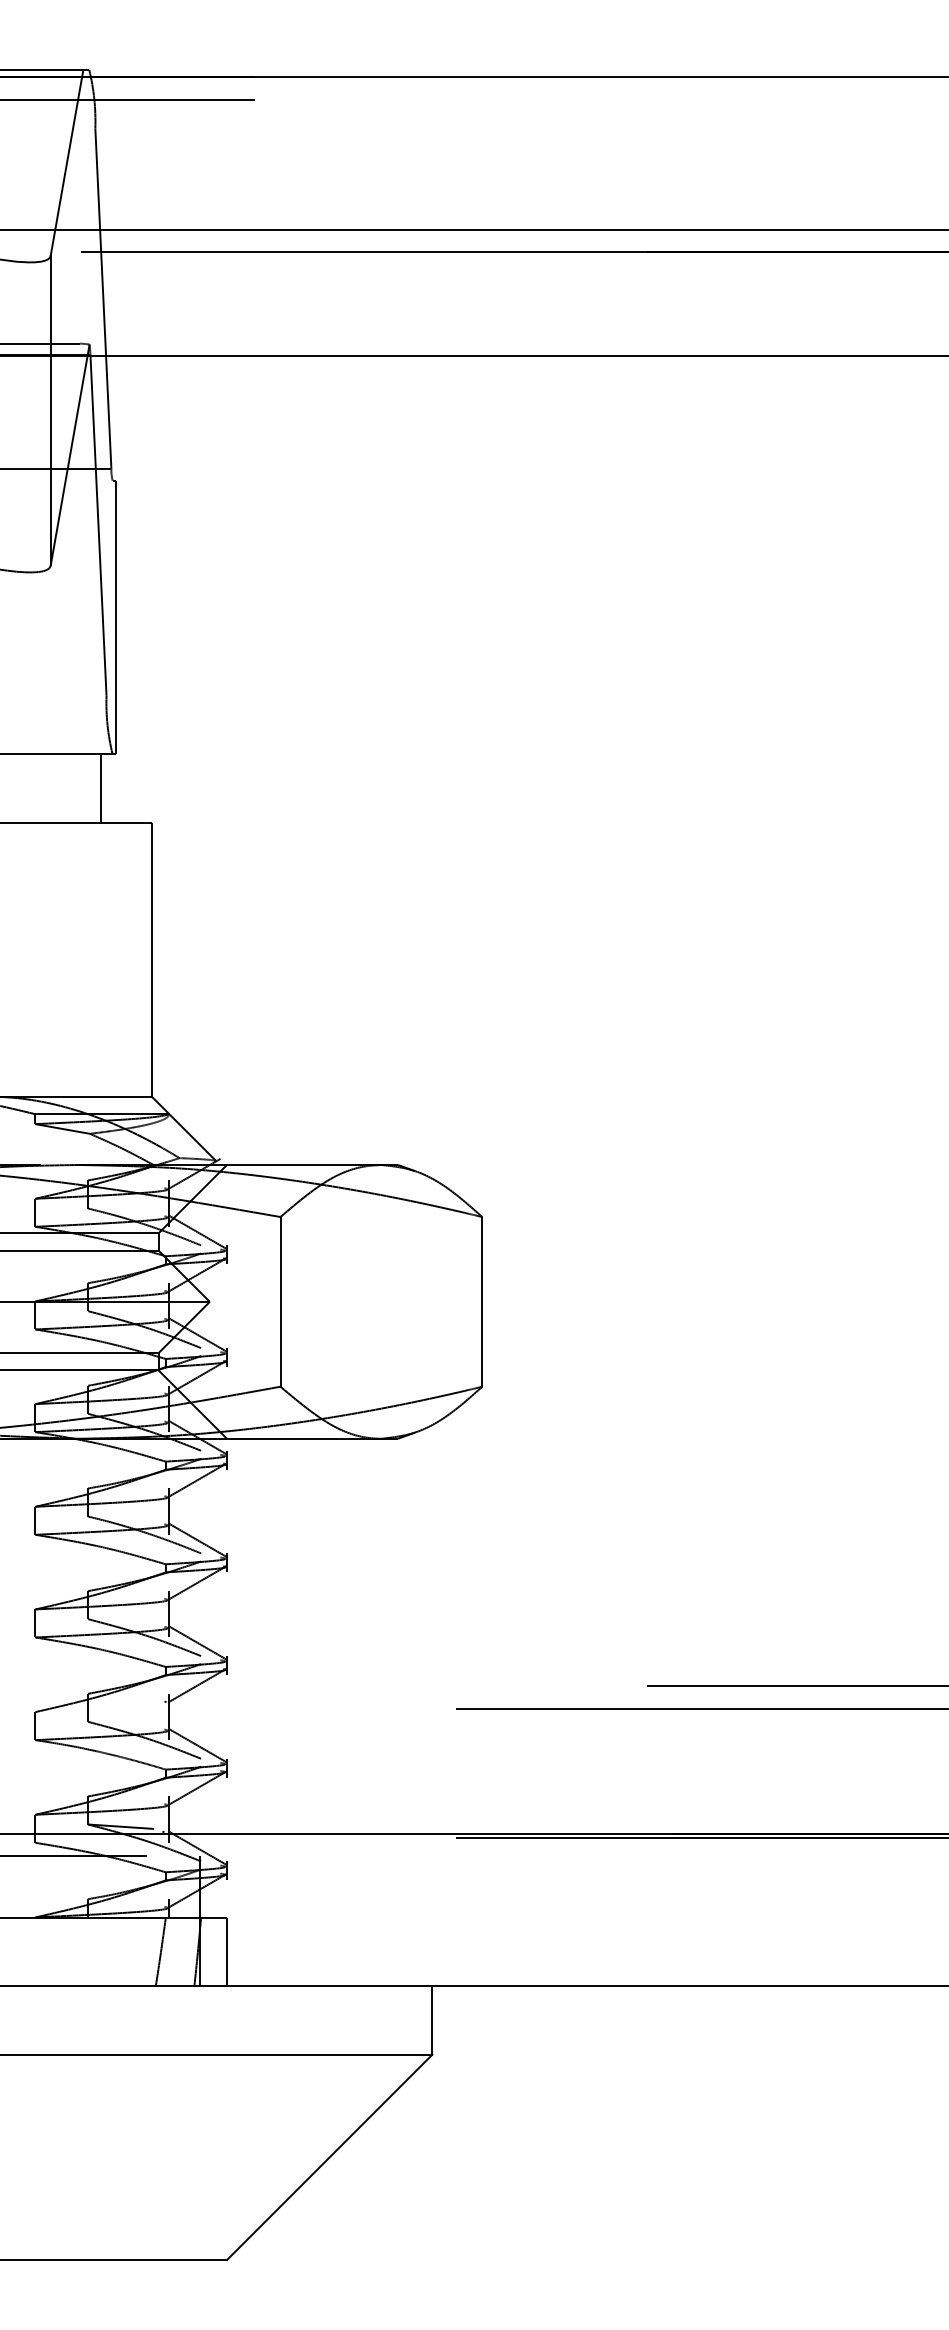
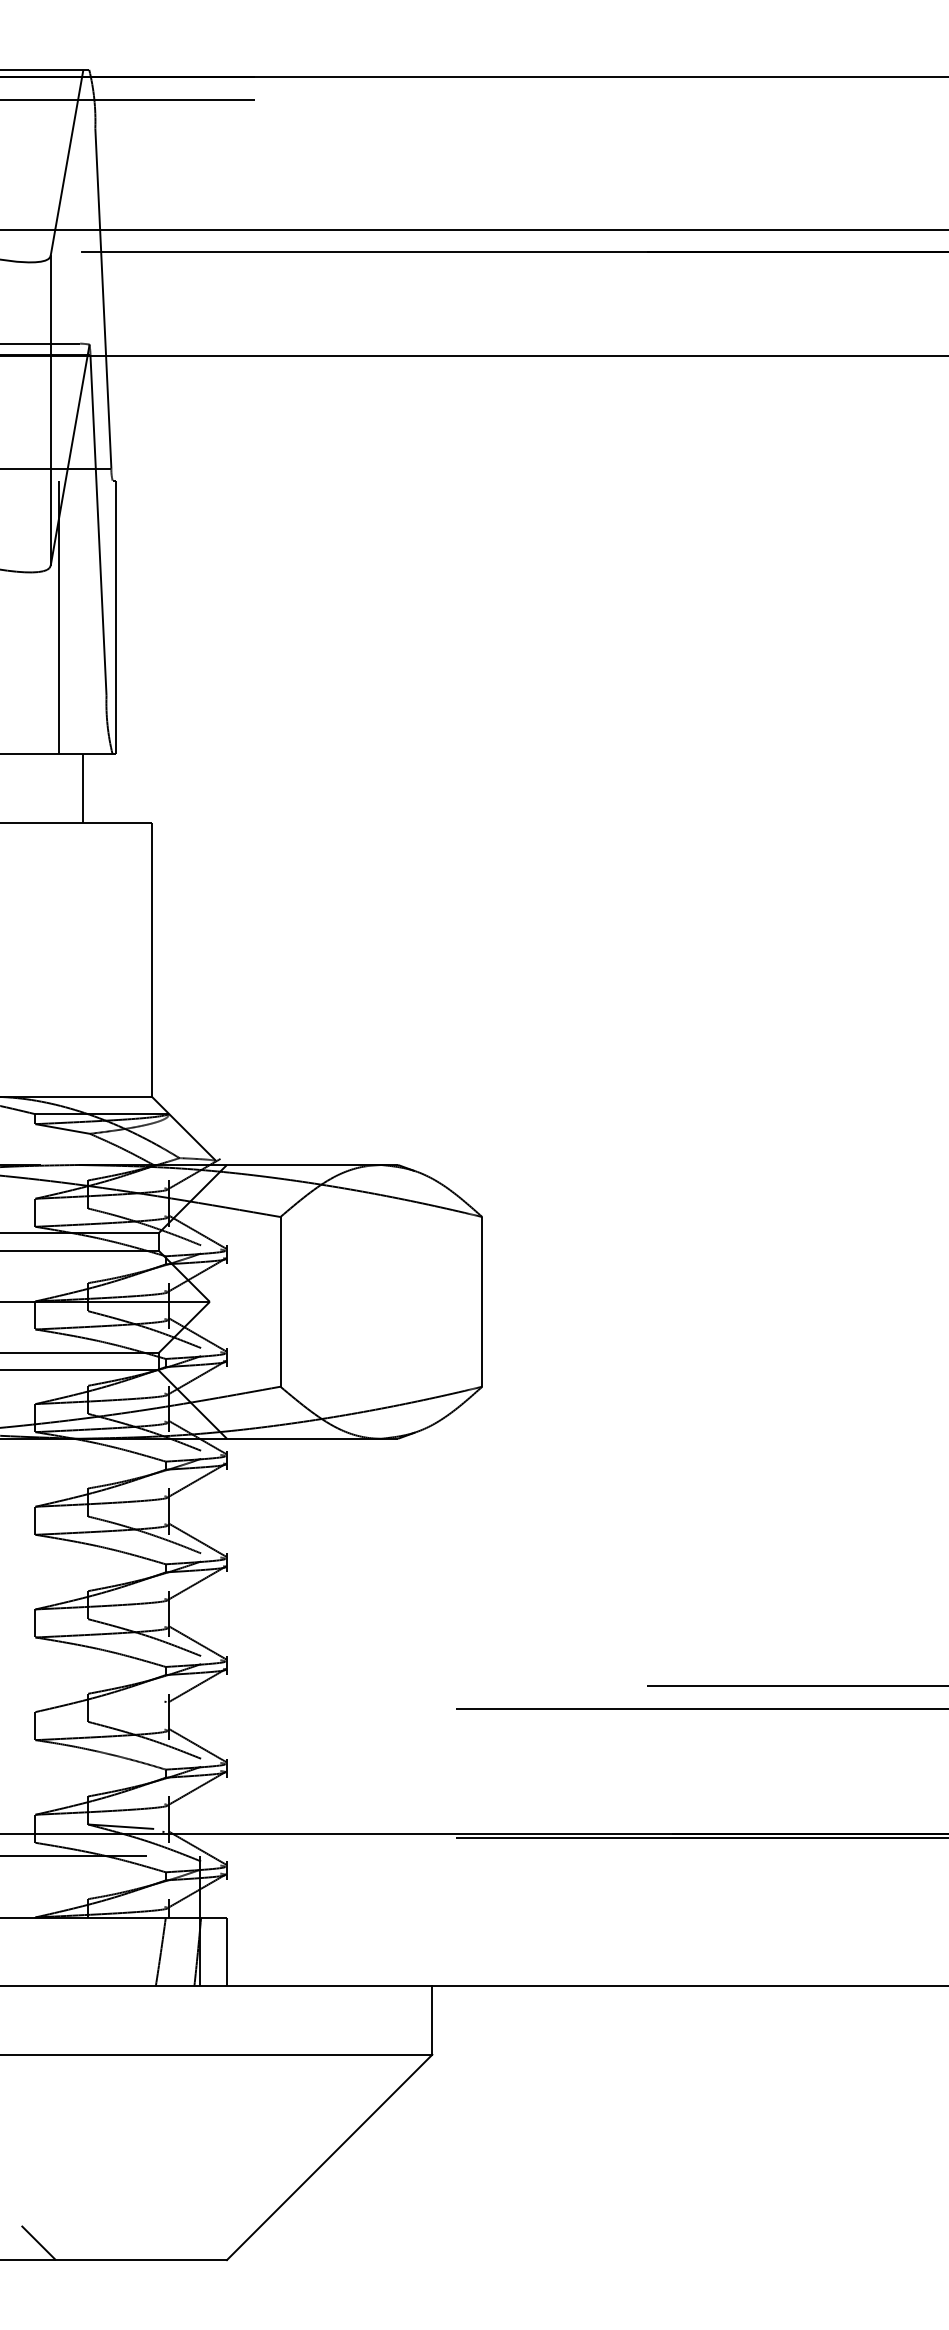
line at (59, 617): none -> present
line at (101, 788) position: (101, 788) -> (83, 788)
line at (38, 2242): none -> present
